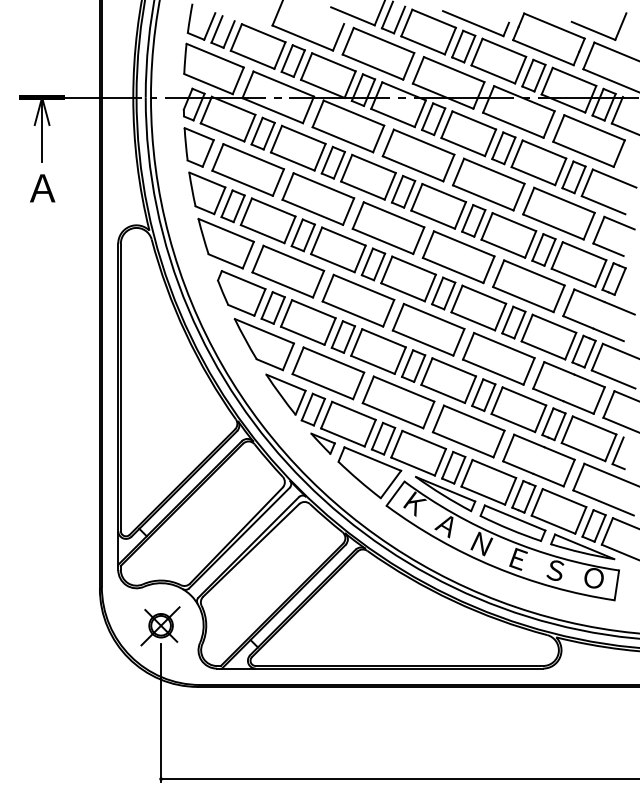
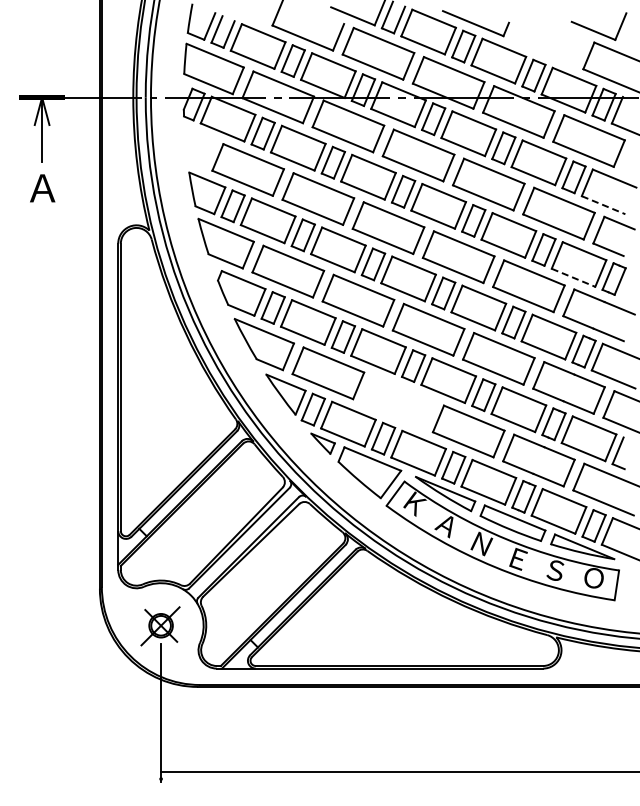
part at (548, 39): present -> none
part at (198, 147): present -> none
line at (603, 205): solid -> dashed
line at (573, 277): solid -> dashed
part at (398, 402): present -> none
line at (398, 779) position: (398, 779) -> (398, 772)
